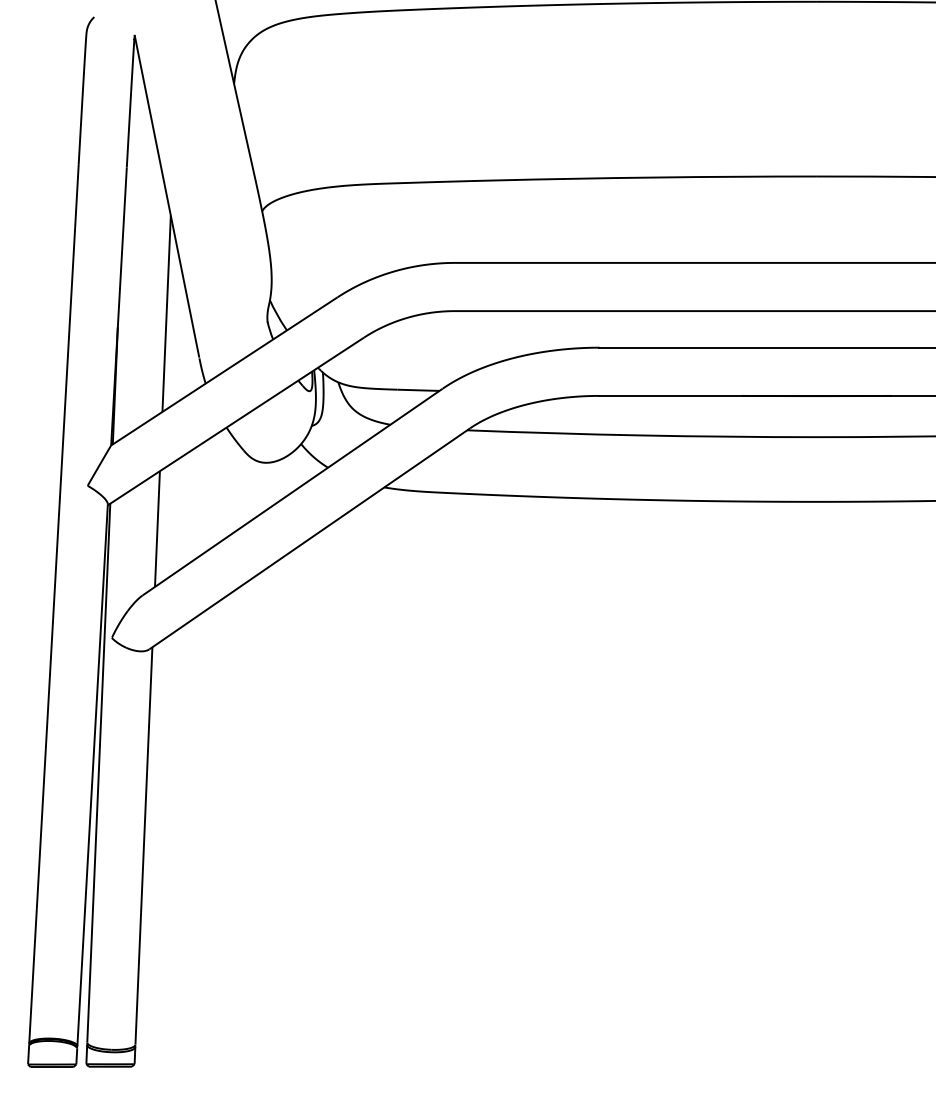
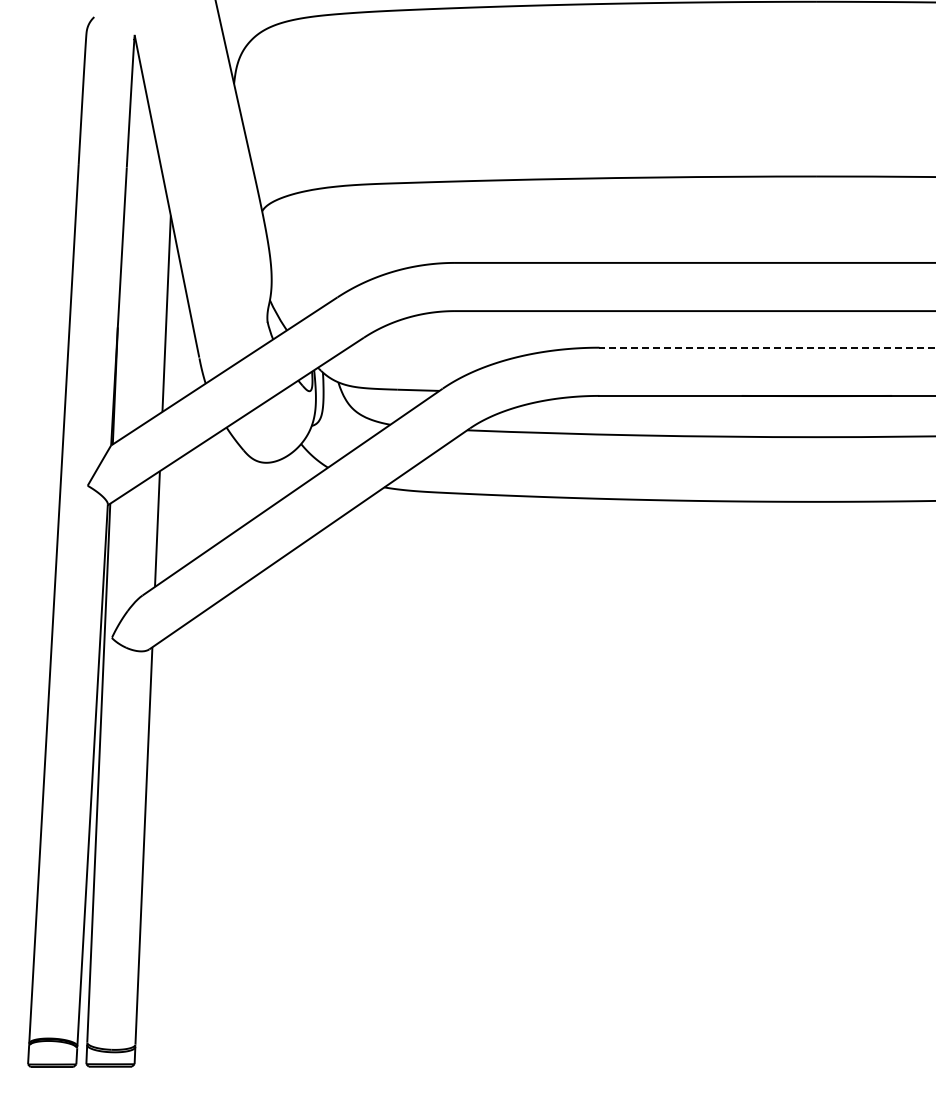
line at (767, 347): solid -> dashed
